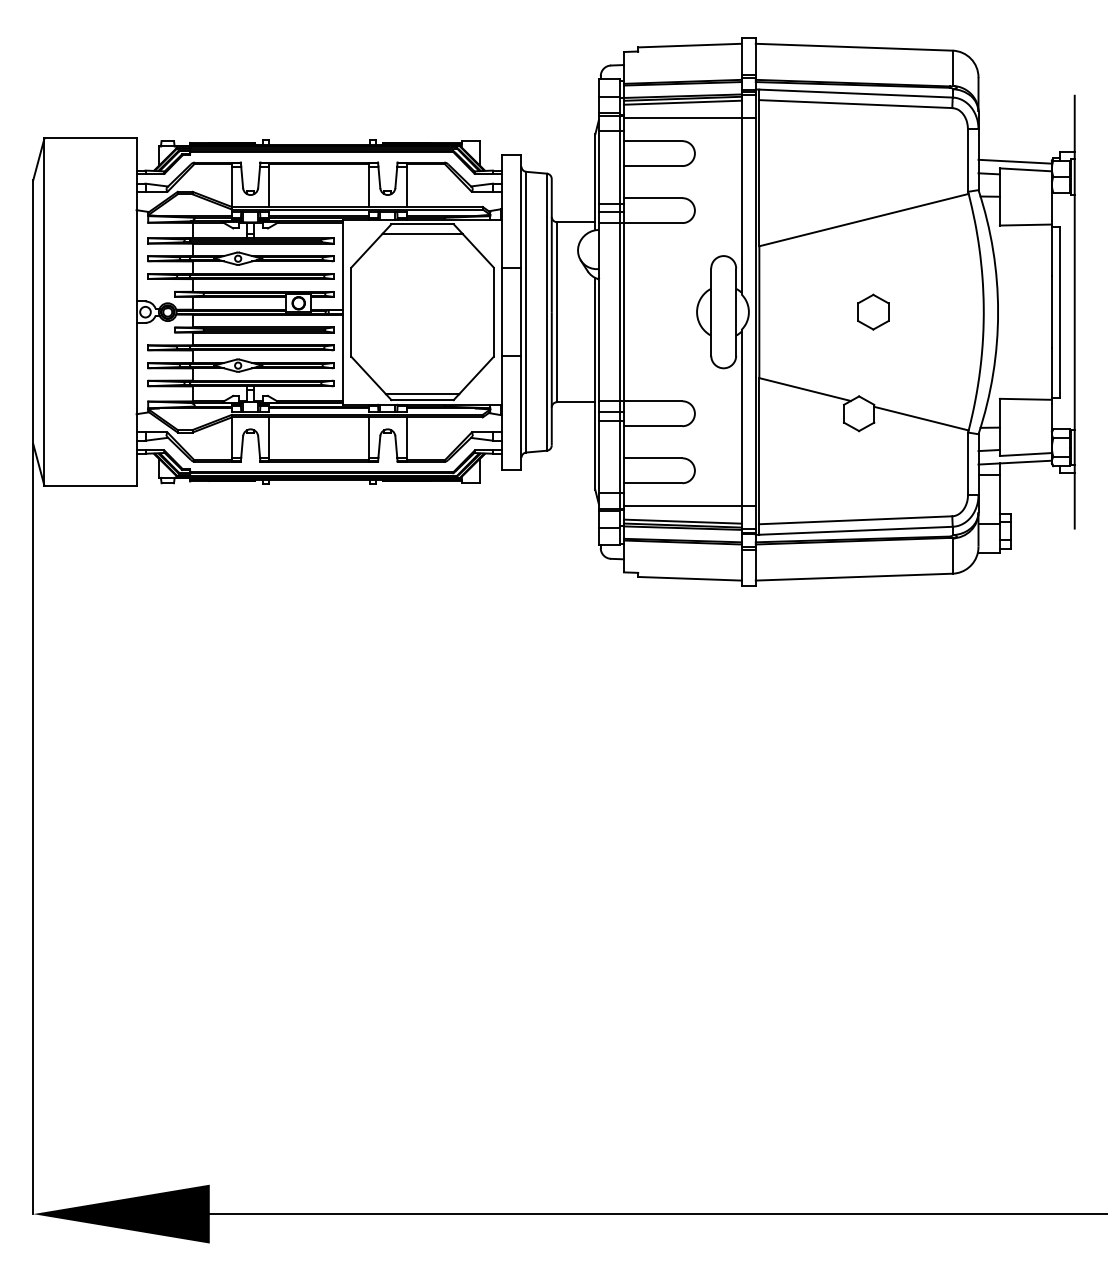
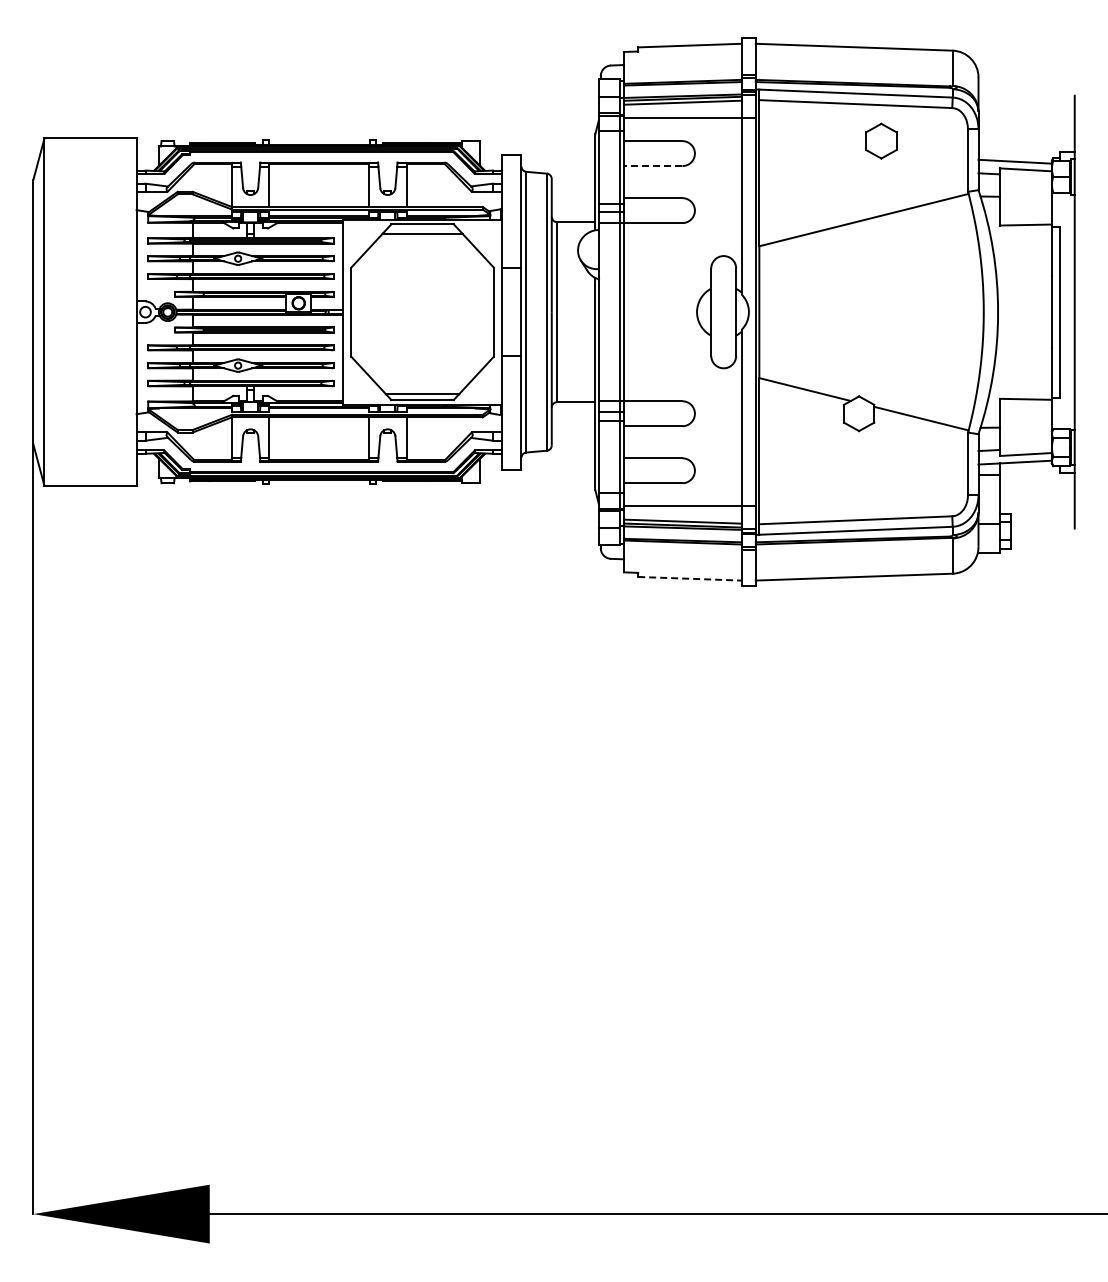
line at (652, 166): solid -> dashed
part at (873, 311) position: (873, 311) -> (881, 140)
line at (689, 578): solid -> dashed
